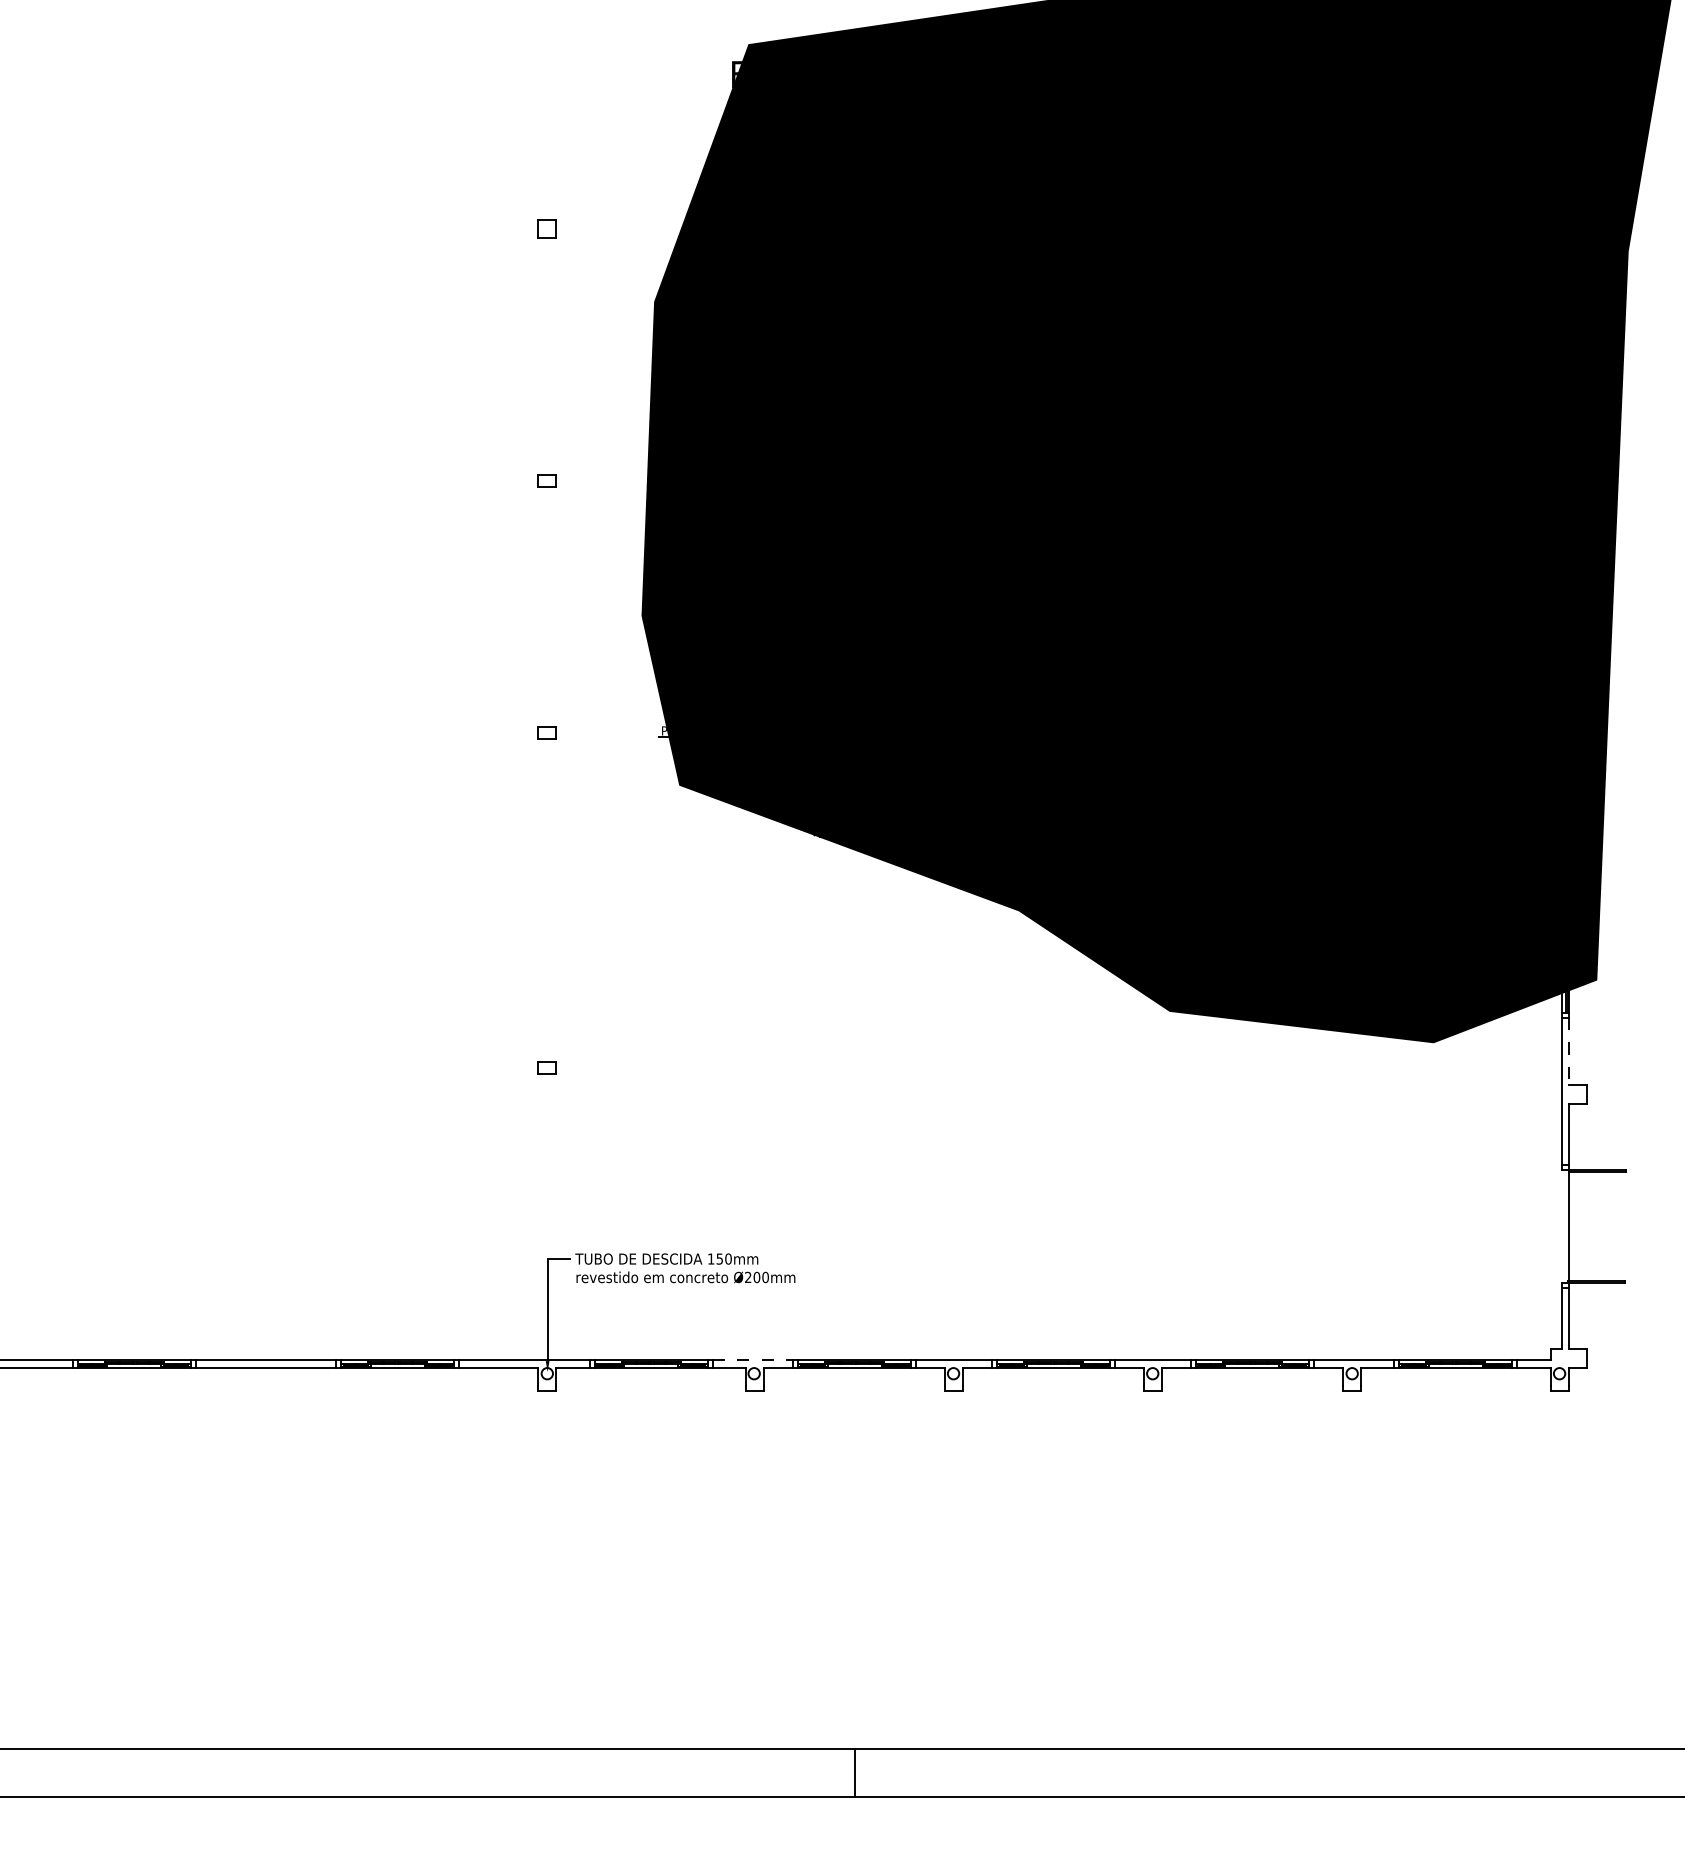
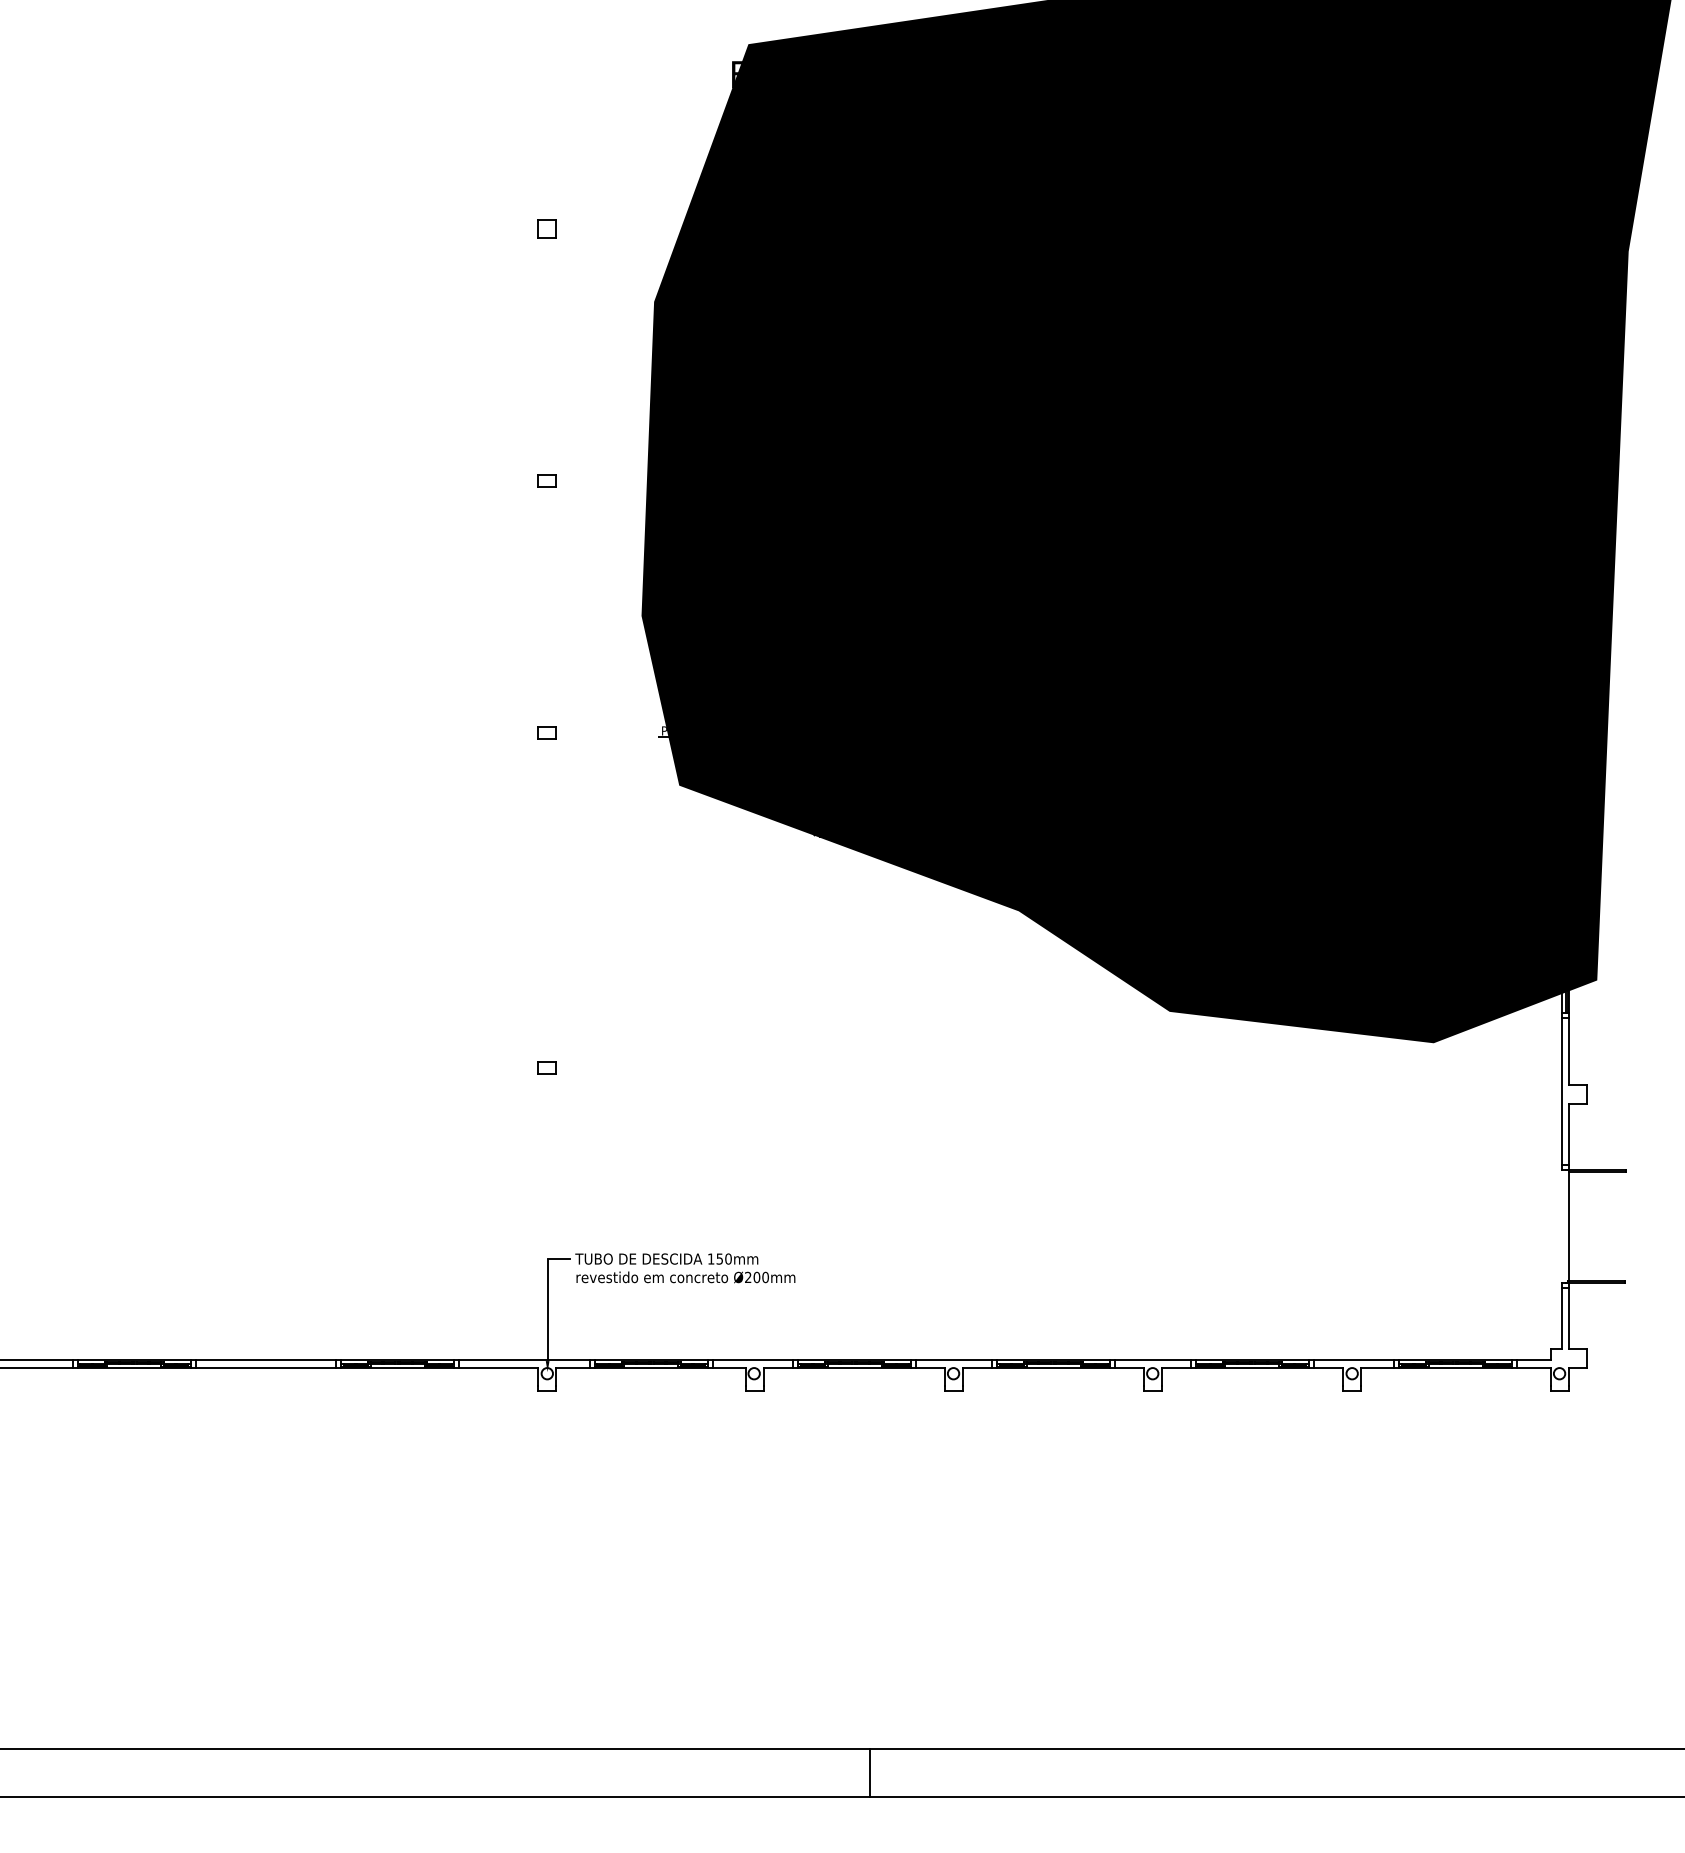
line at (1569, 1051): dashed -> solid
line at (753, 1360): dashed -> solid
line at (855, 1773) position: (855, 1773) -> (870, 1773)
